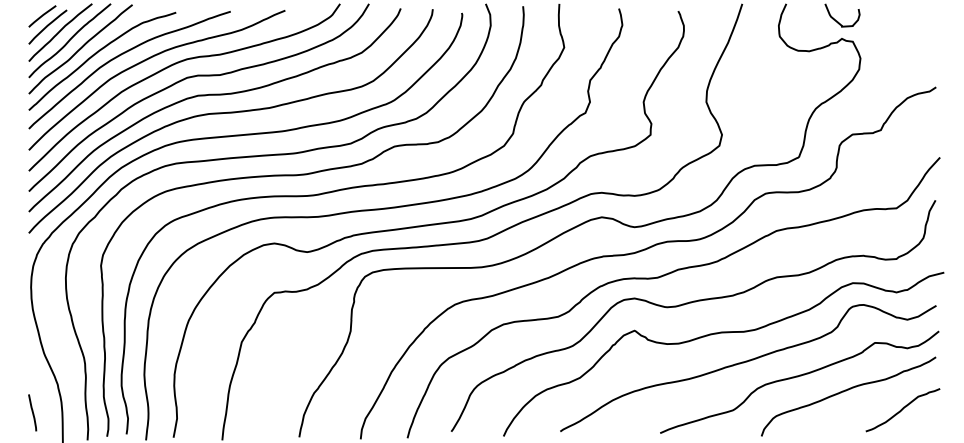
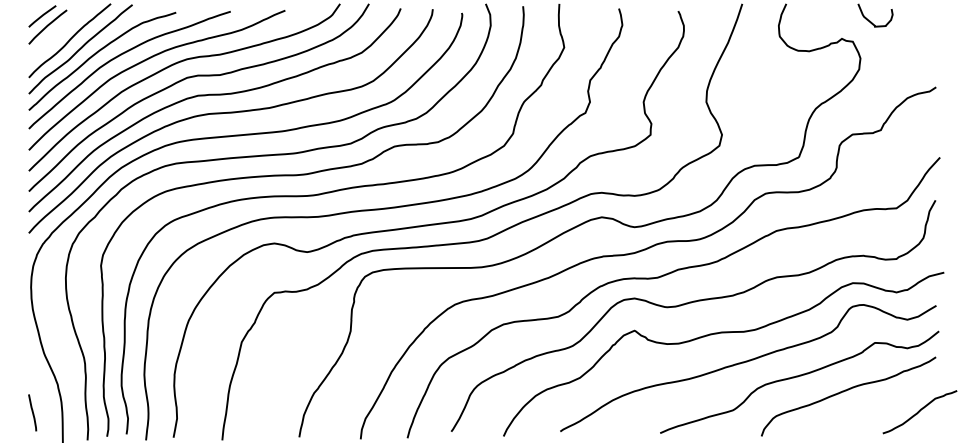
curve at (837, 20) position: (837, 20) -> (870, 20)
curve at (60, 32): present -> none
curve at (902, 410) position: (902, 410) -> (919, 412)
